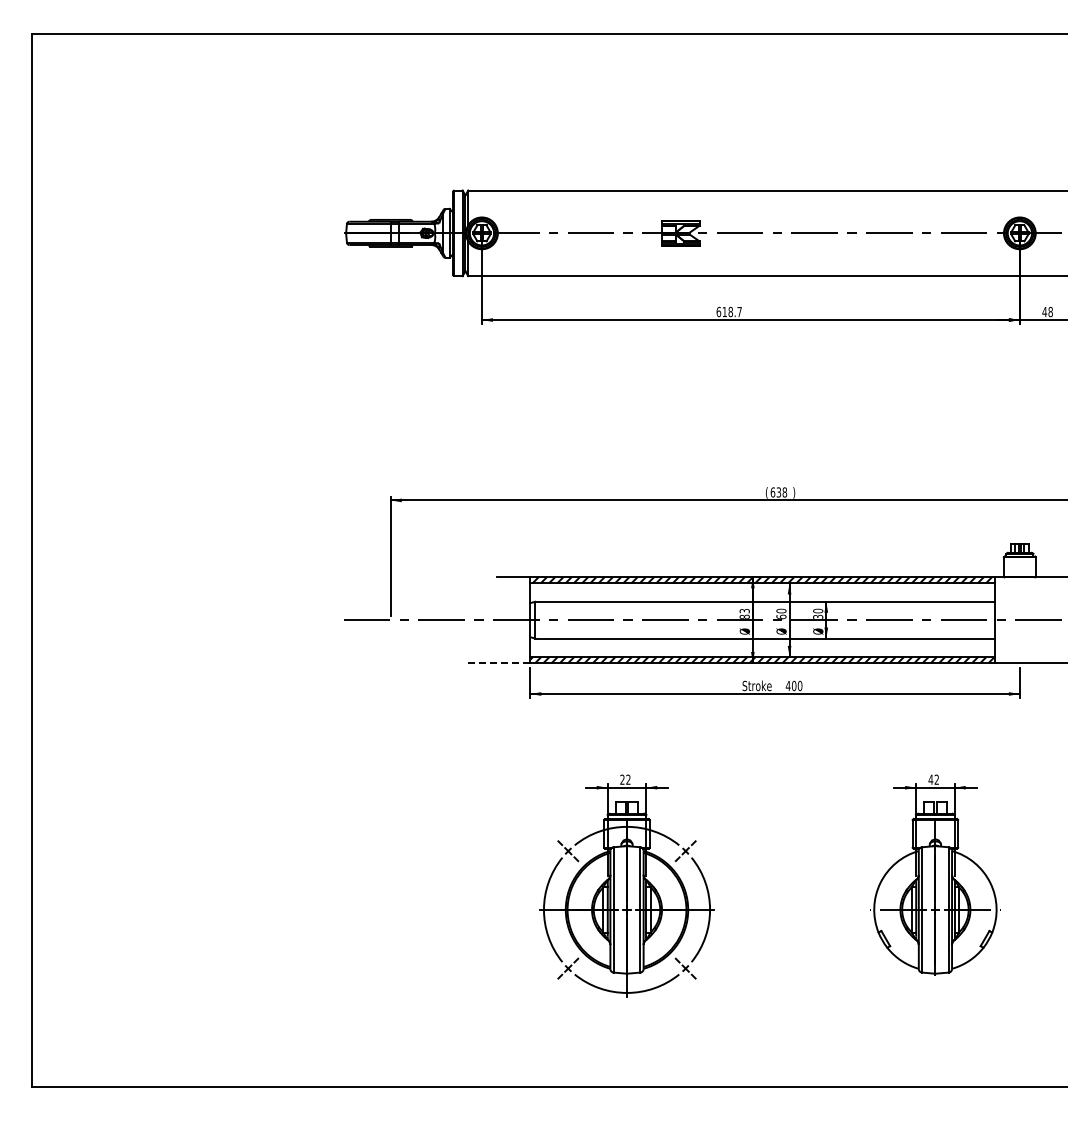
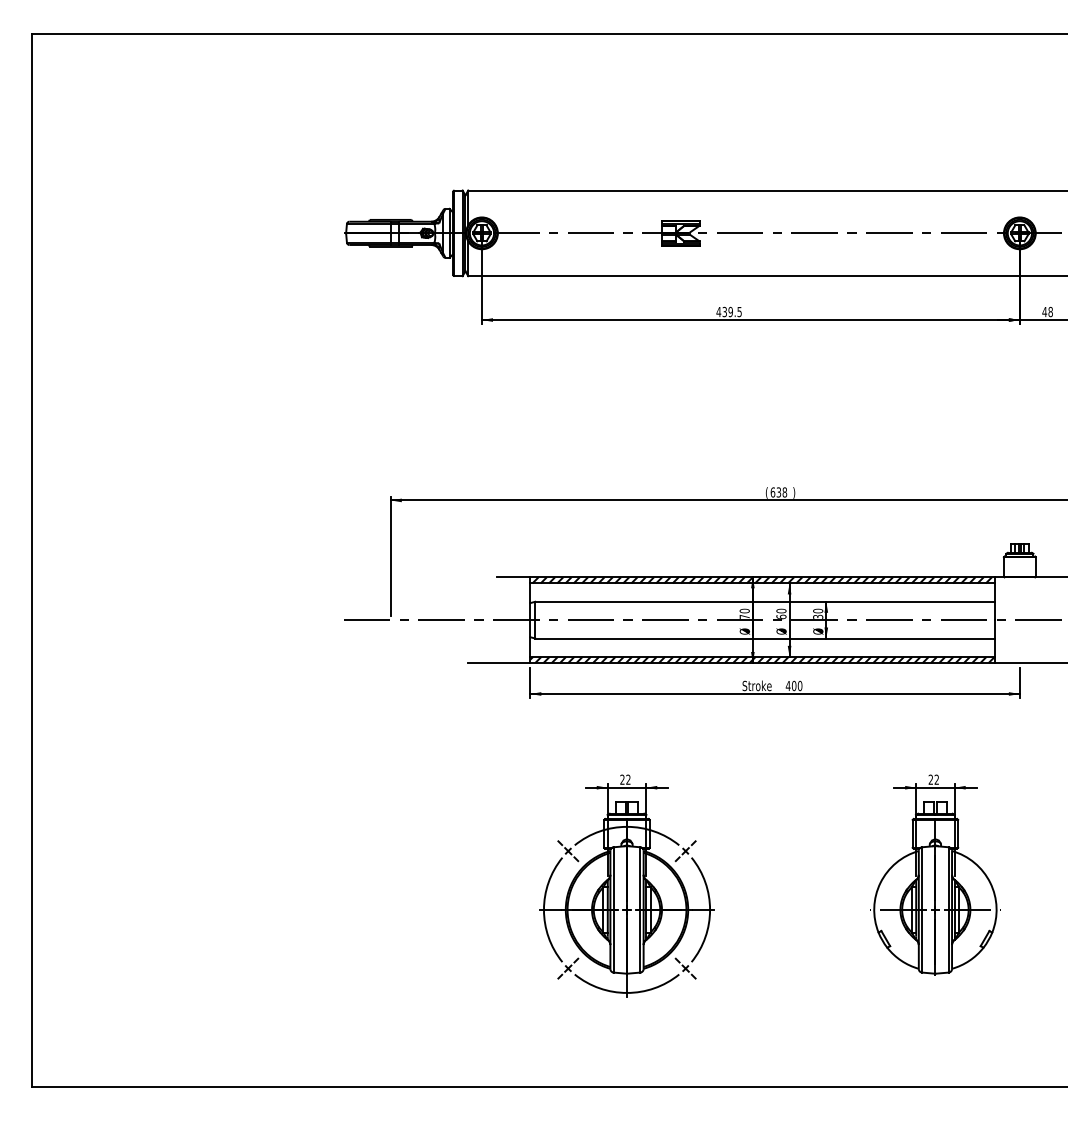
text at (728, 311): 618.7 -> 439.5
text at (744, 613): 83 -> 70
line at (499, 662): dashed -> solid
text at (930, 779): 42 -> 22
